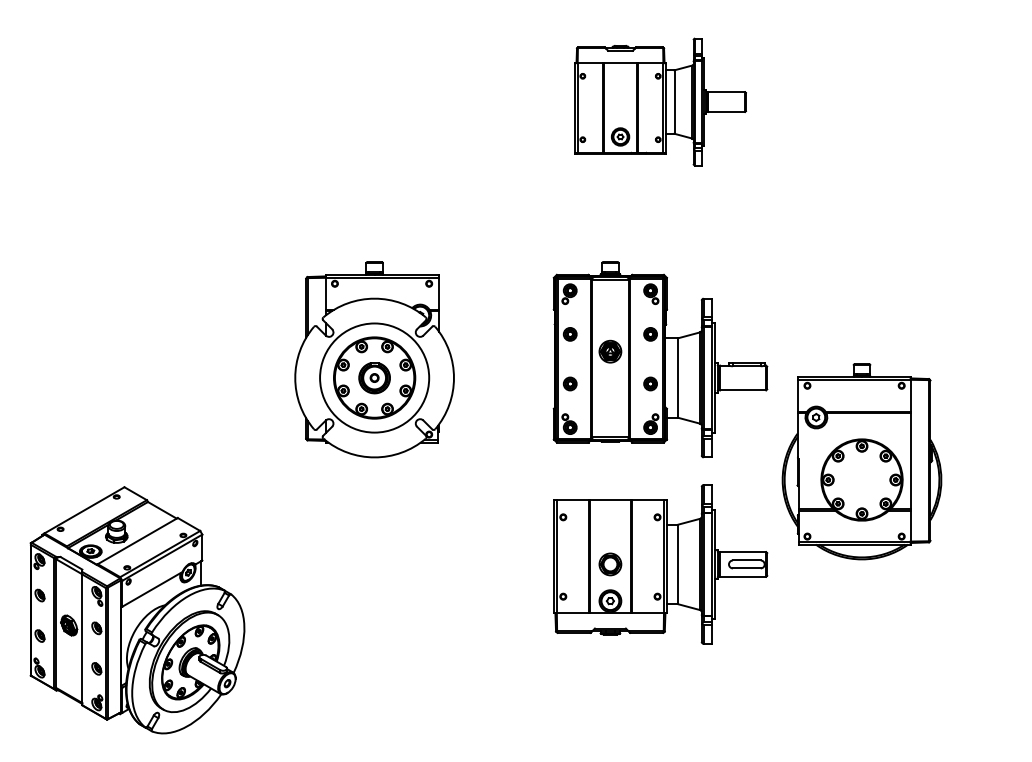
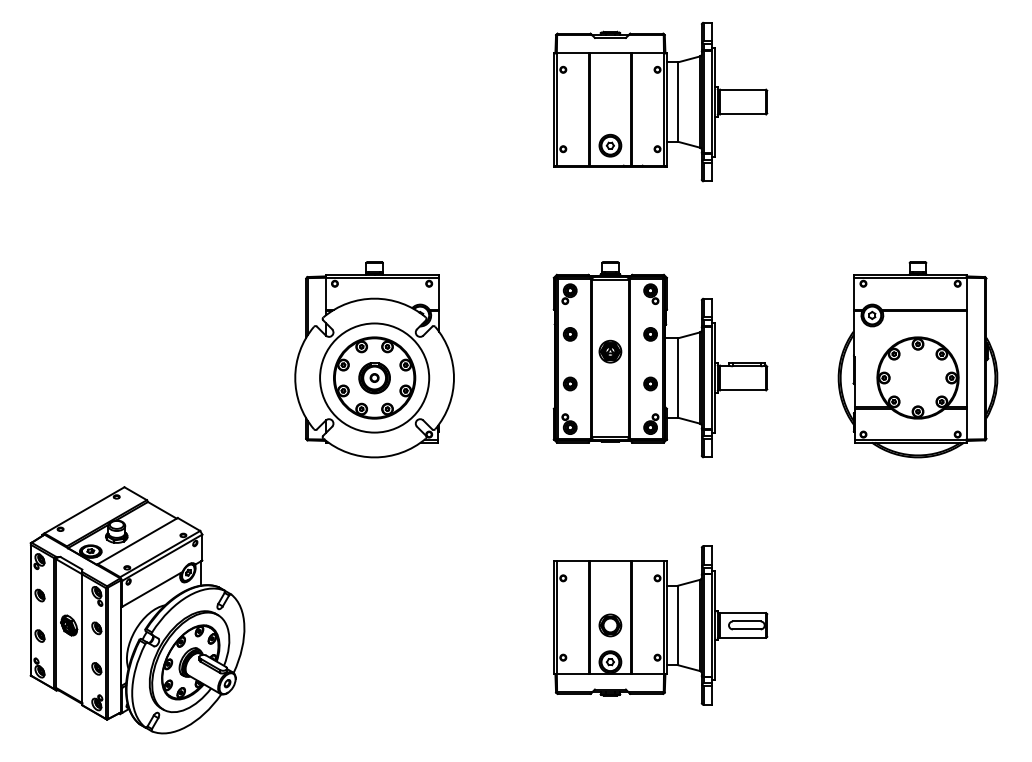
part at (660, 101) size: 173x130 px -> 216x162 px
part at (861, 461) position: (861, 461) -> (917, 359)
part at (660, 564) position: (660, 564) -> (660, 625)
